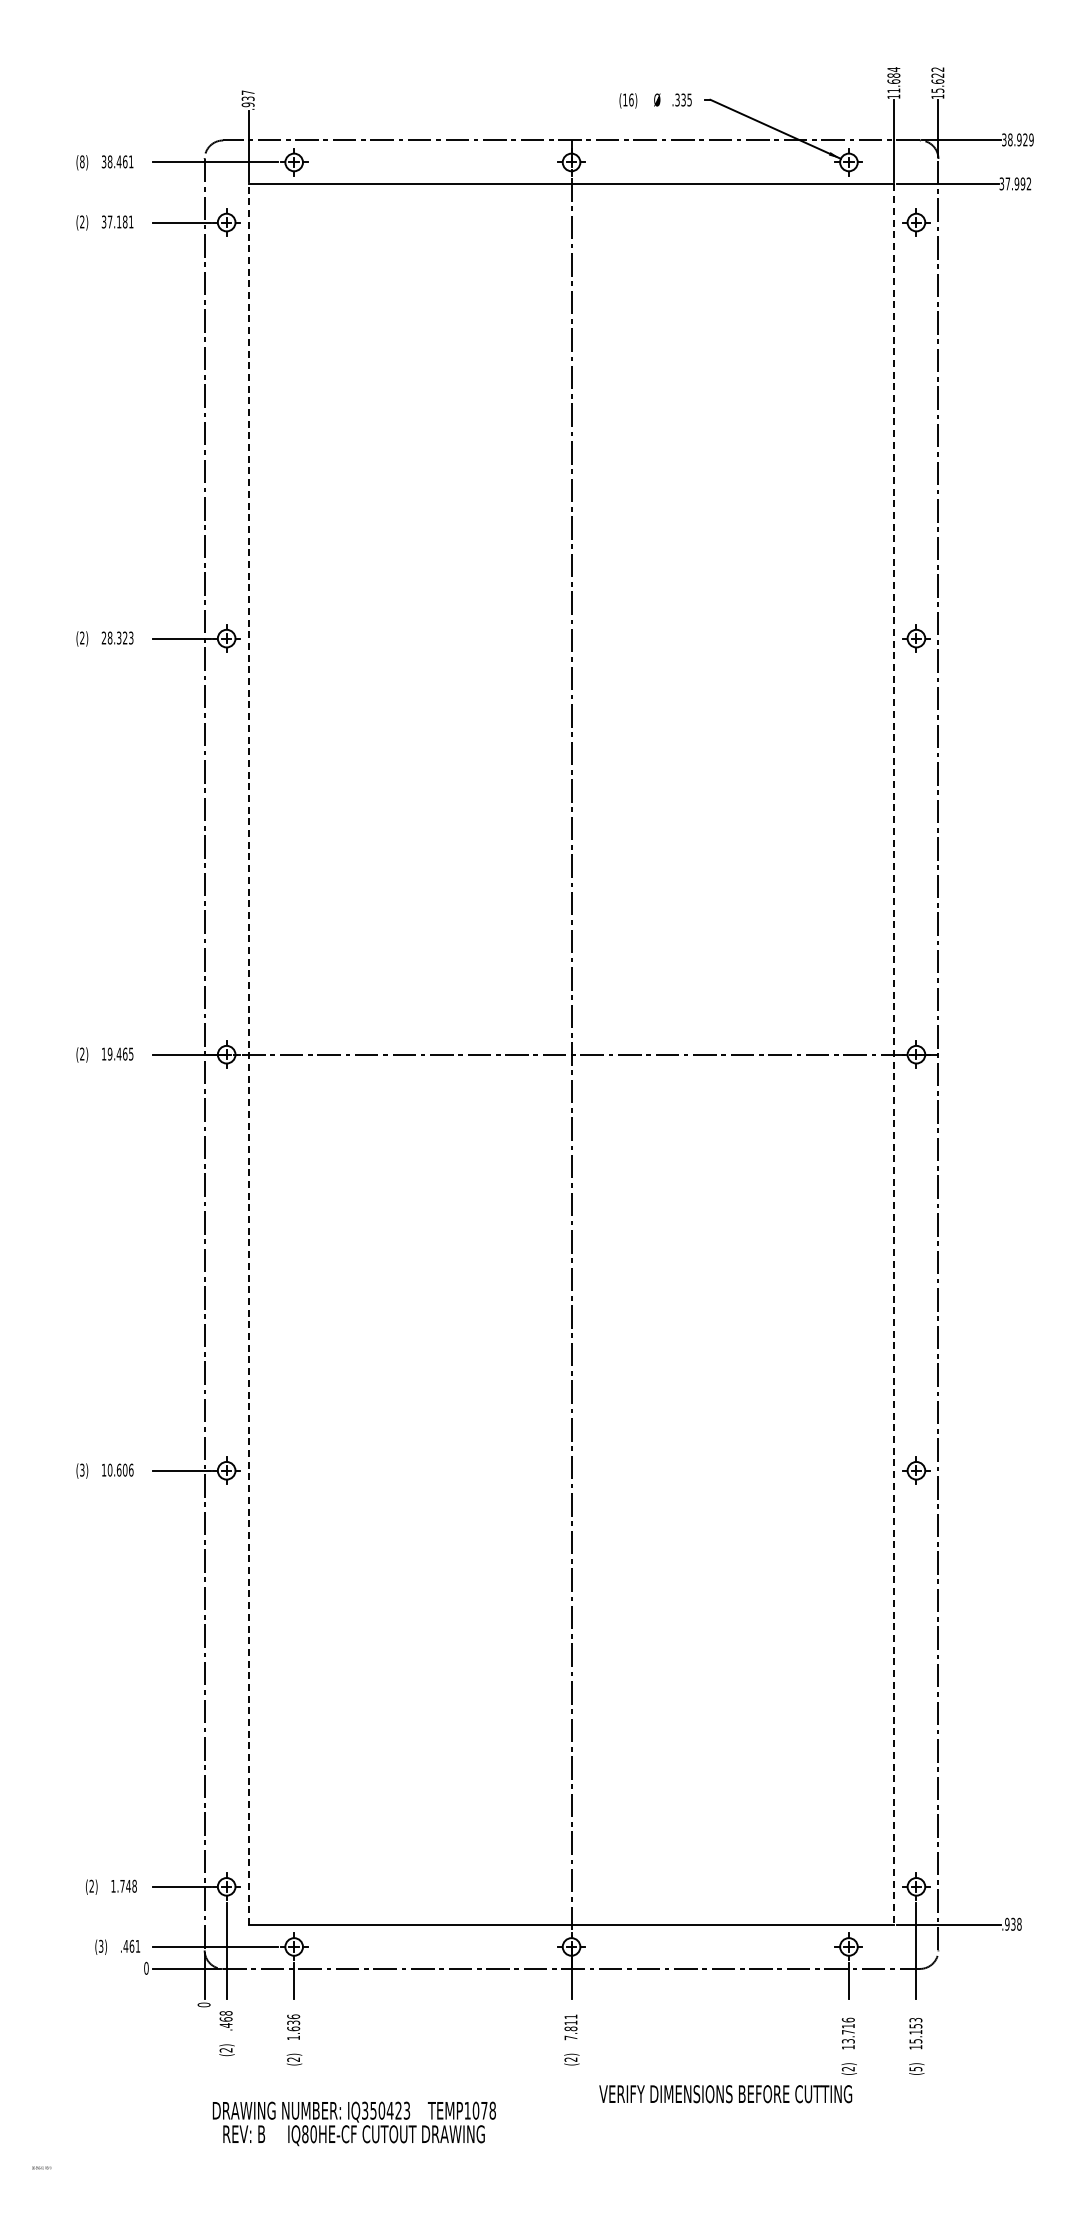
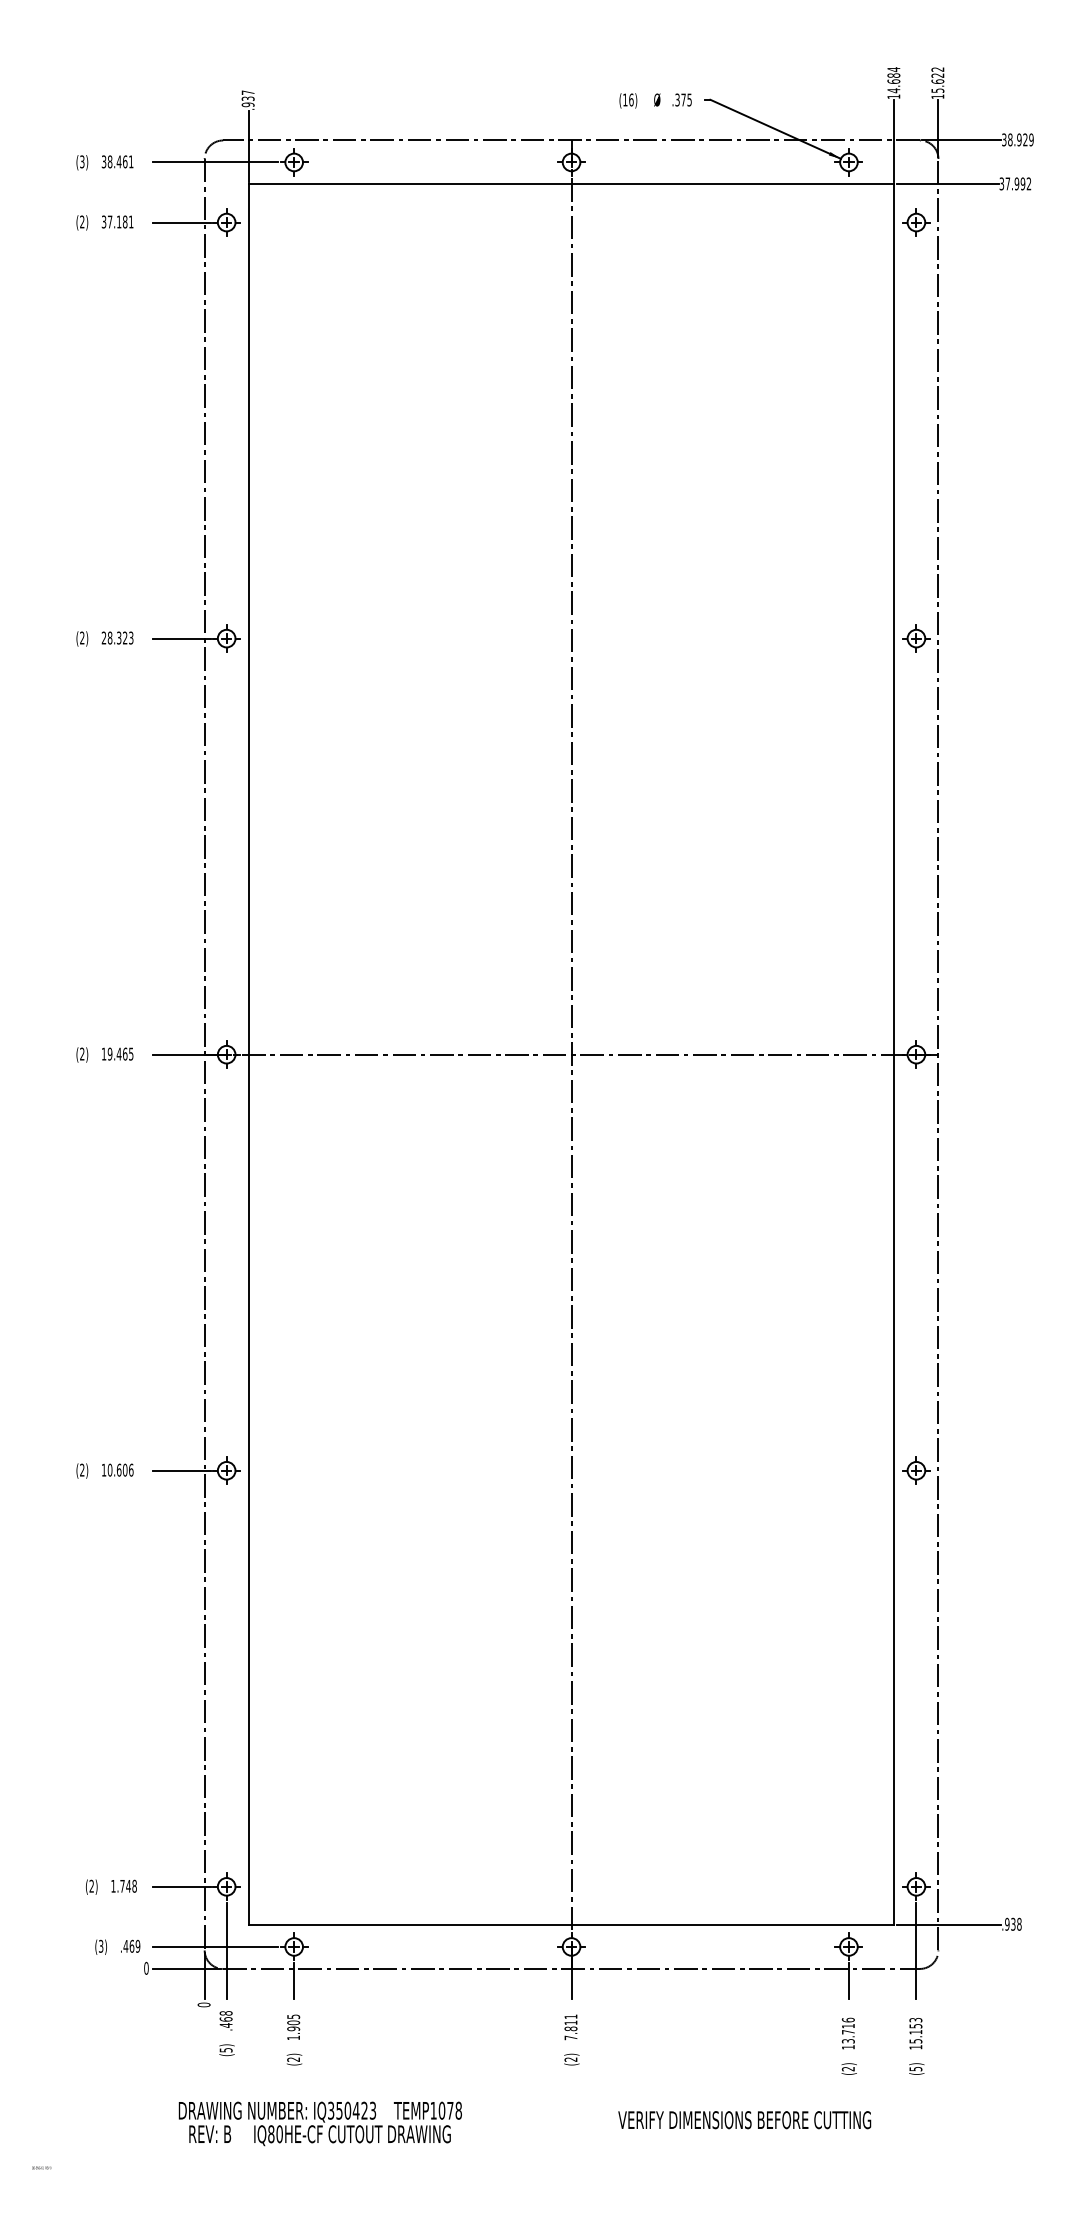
text at (893, 90): 11.684 -> 14.684
text at (683, 99): .335 -> .375
text at (82, 161): (8) -> (3)
line at (248, 1054): dashed -> solid
line at (894, 1055): dashed -> solid
text at (82, 1470): (3) -> (2)
text at (137, 1945): .461 -> .469
text at (293, 2022): 1.636 -> 1.905
text at (225, 2050): (2) -> (5)
text at (725, 2094) position: (725, 2094) -> (744, 2120)
text at (353, 2123) position: (353, 2123) -> (319, 2123)
